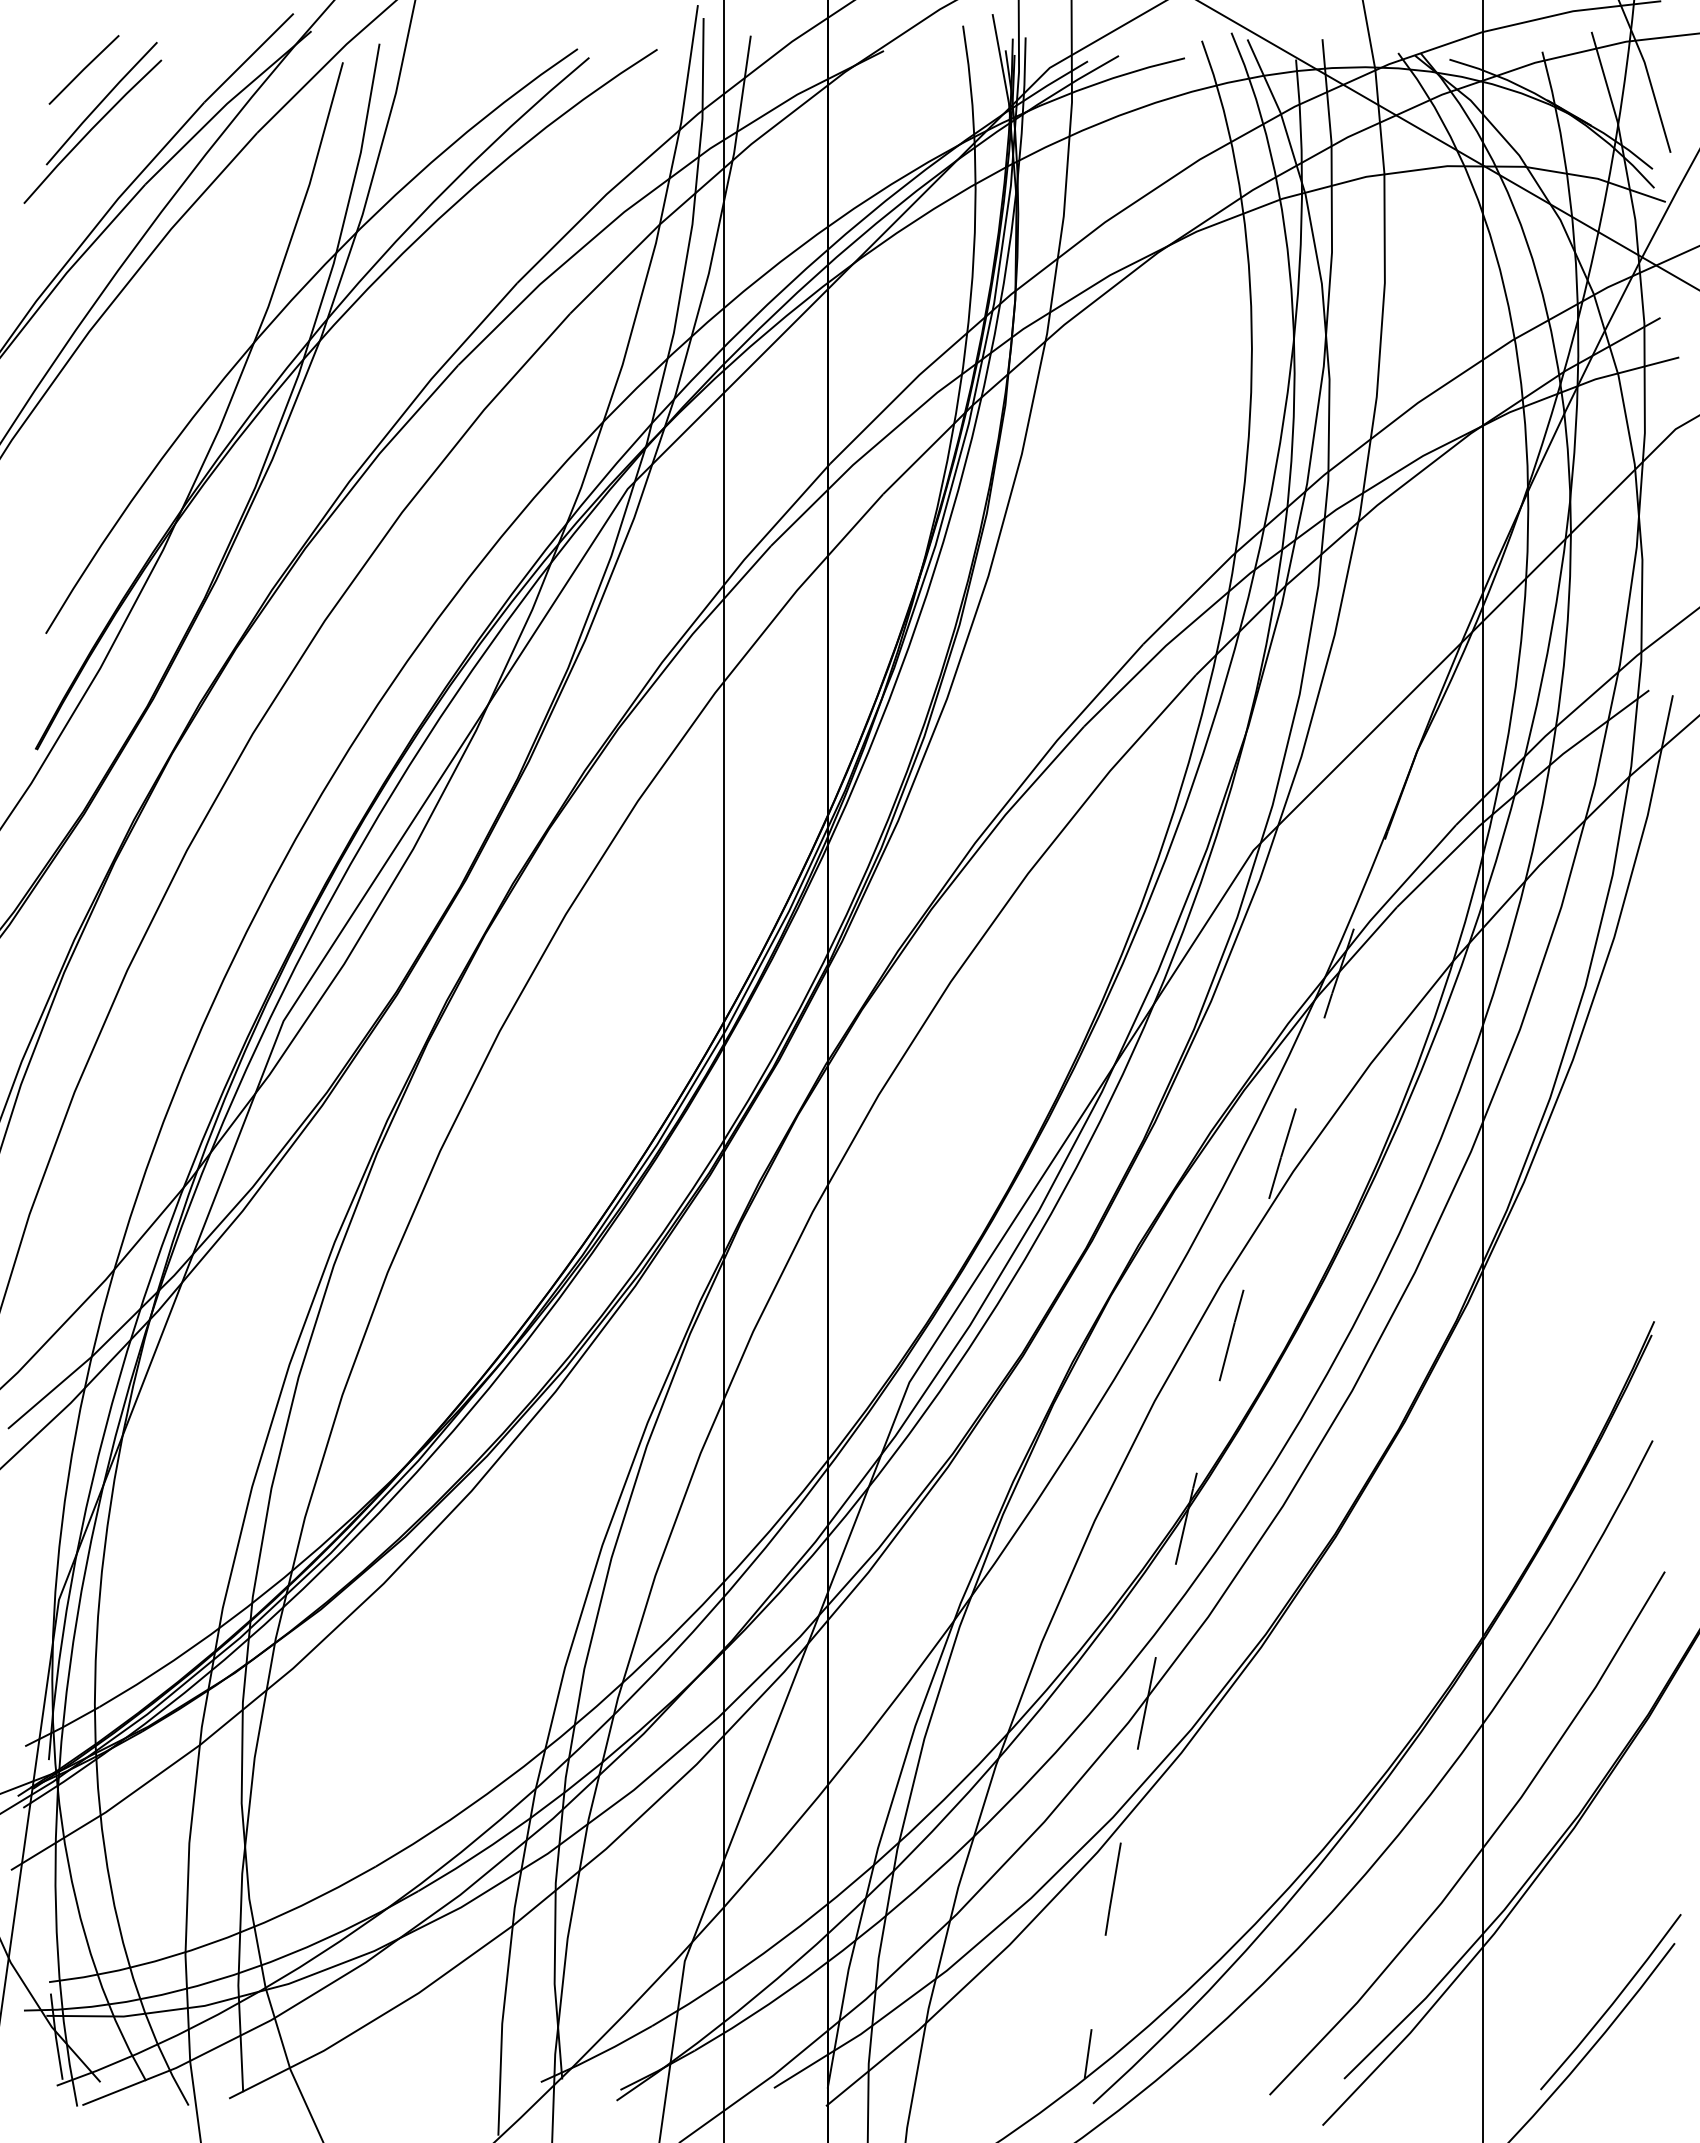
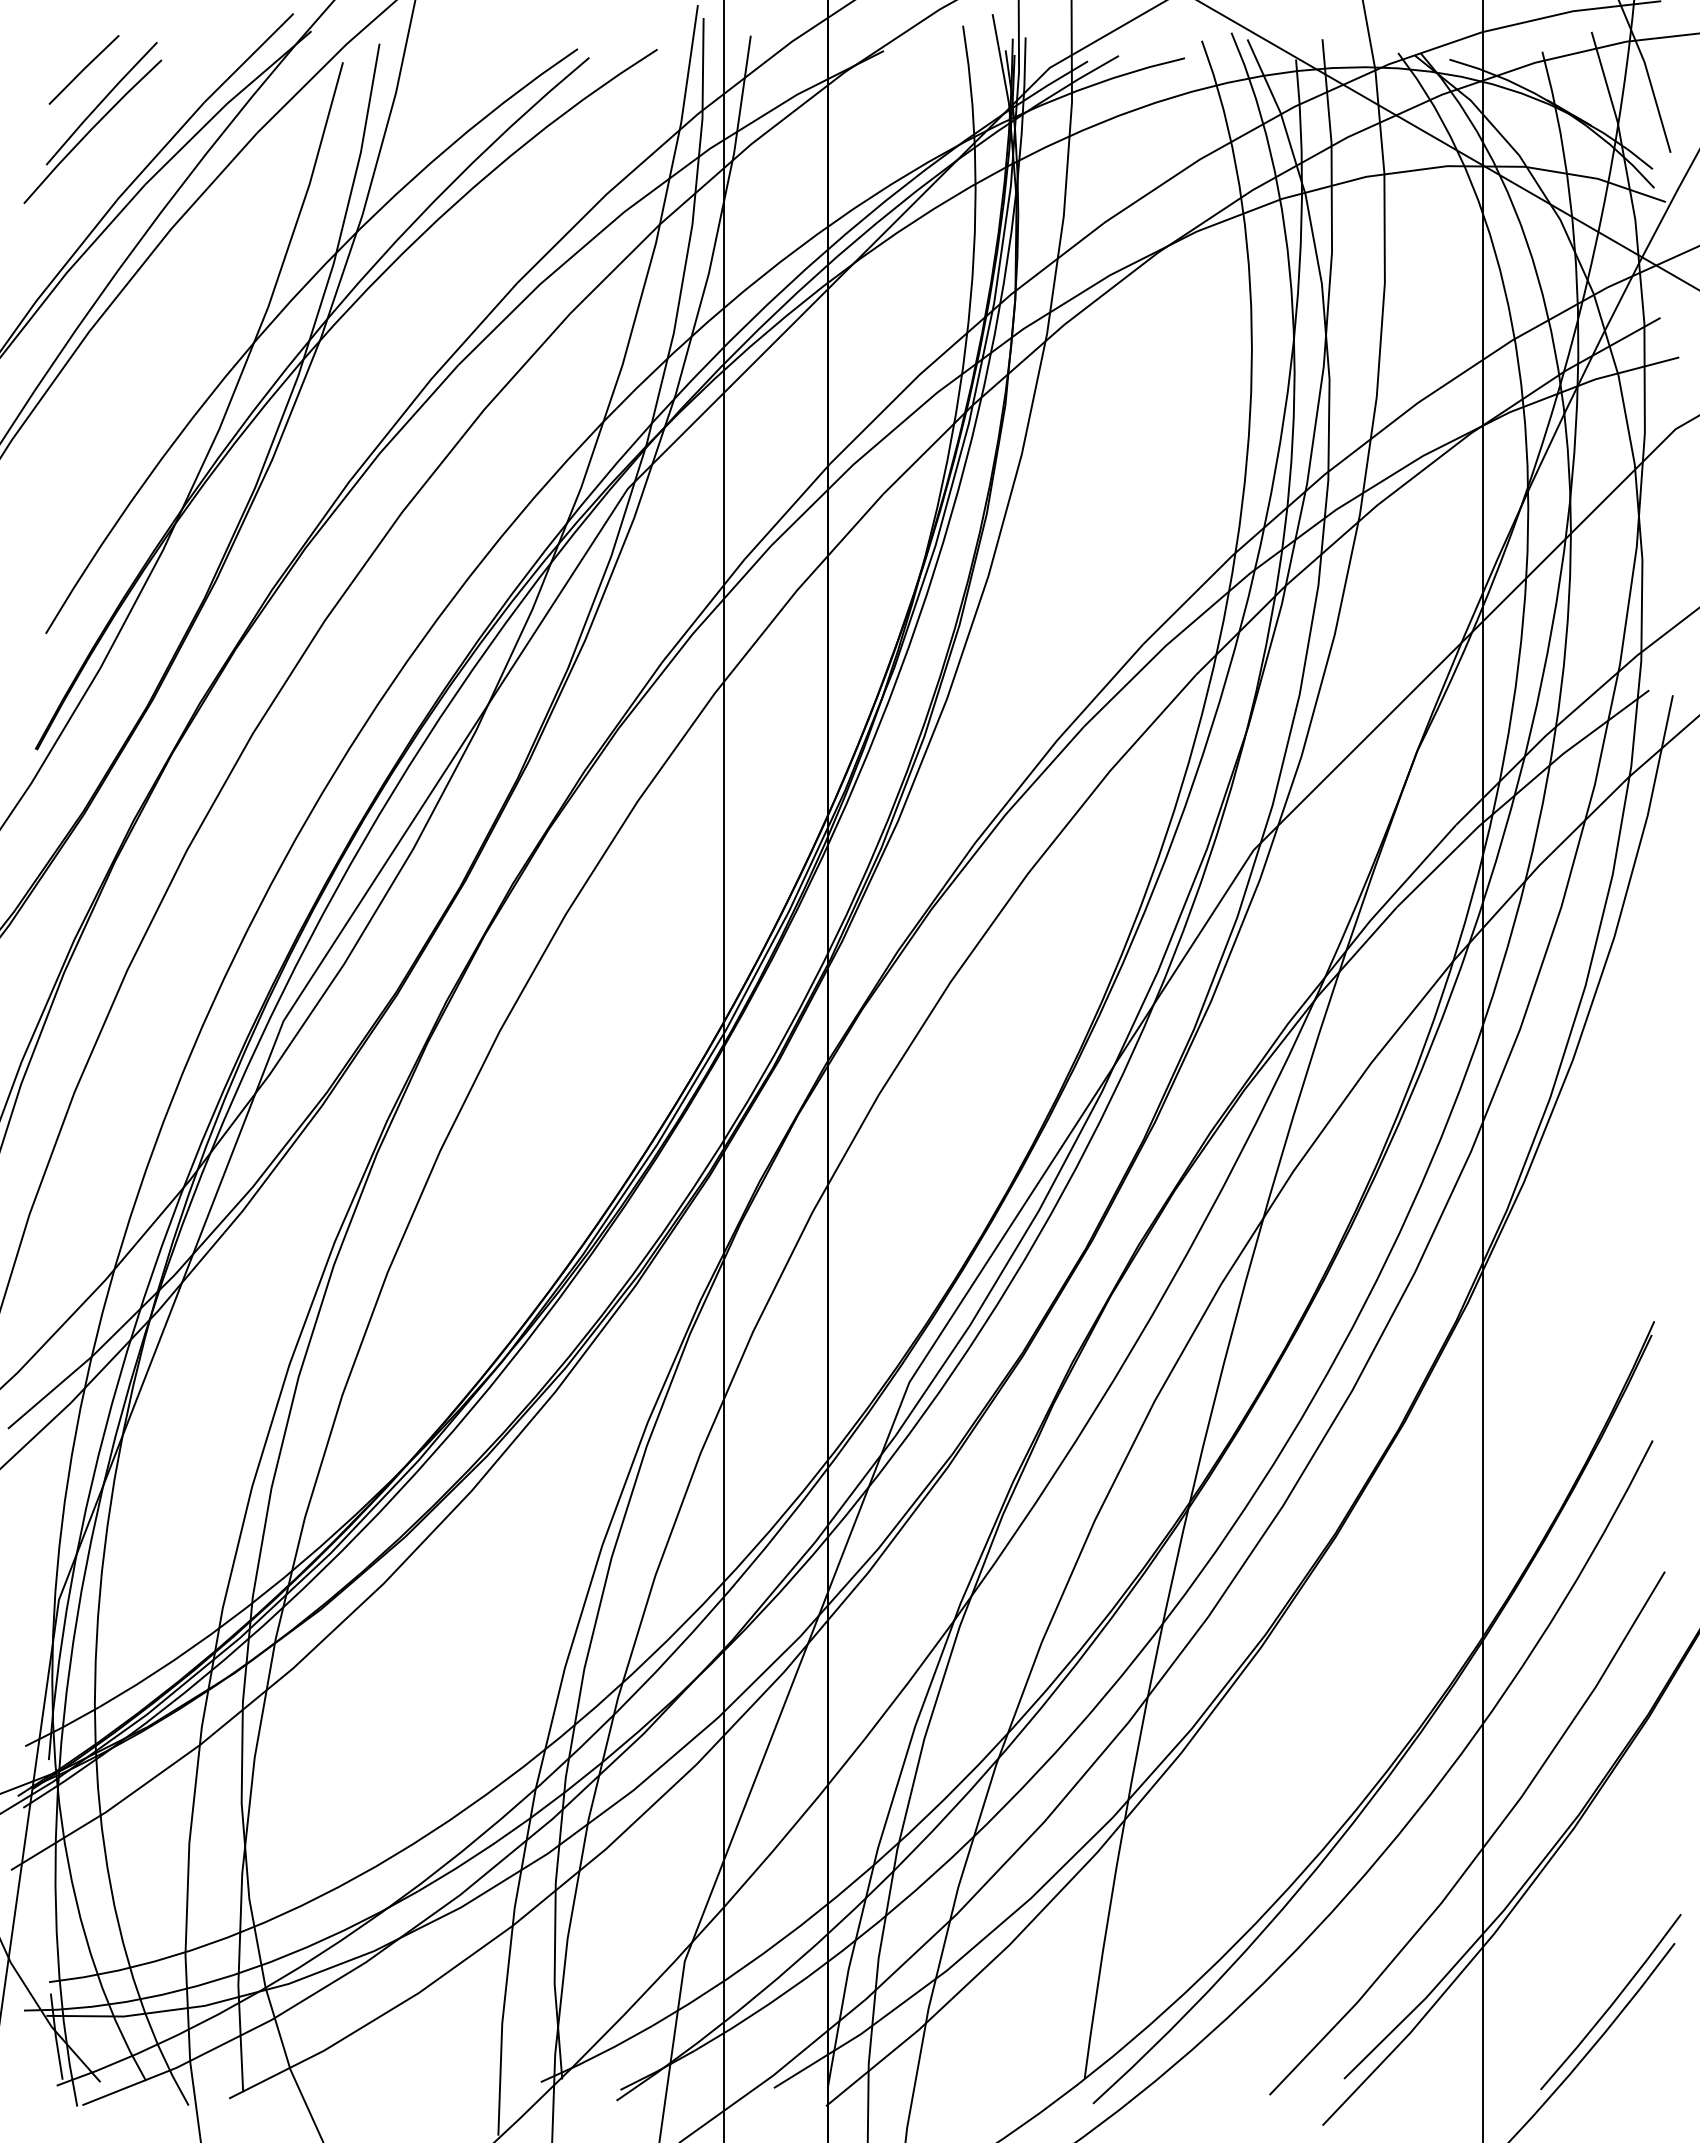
arc at (1213, 1405): dashed -> solid
